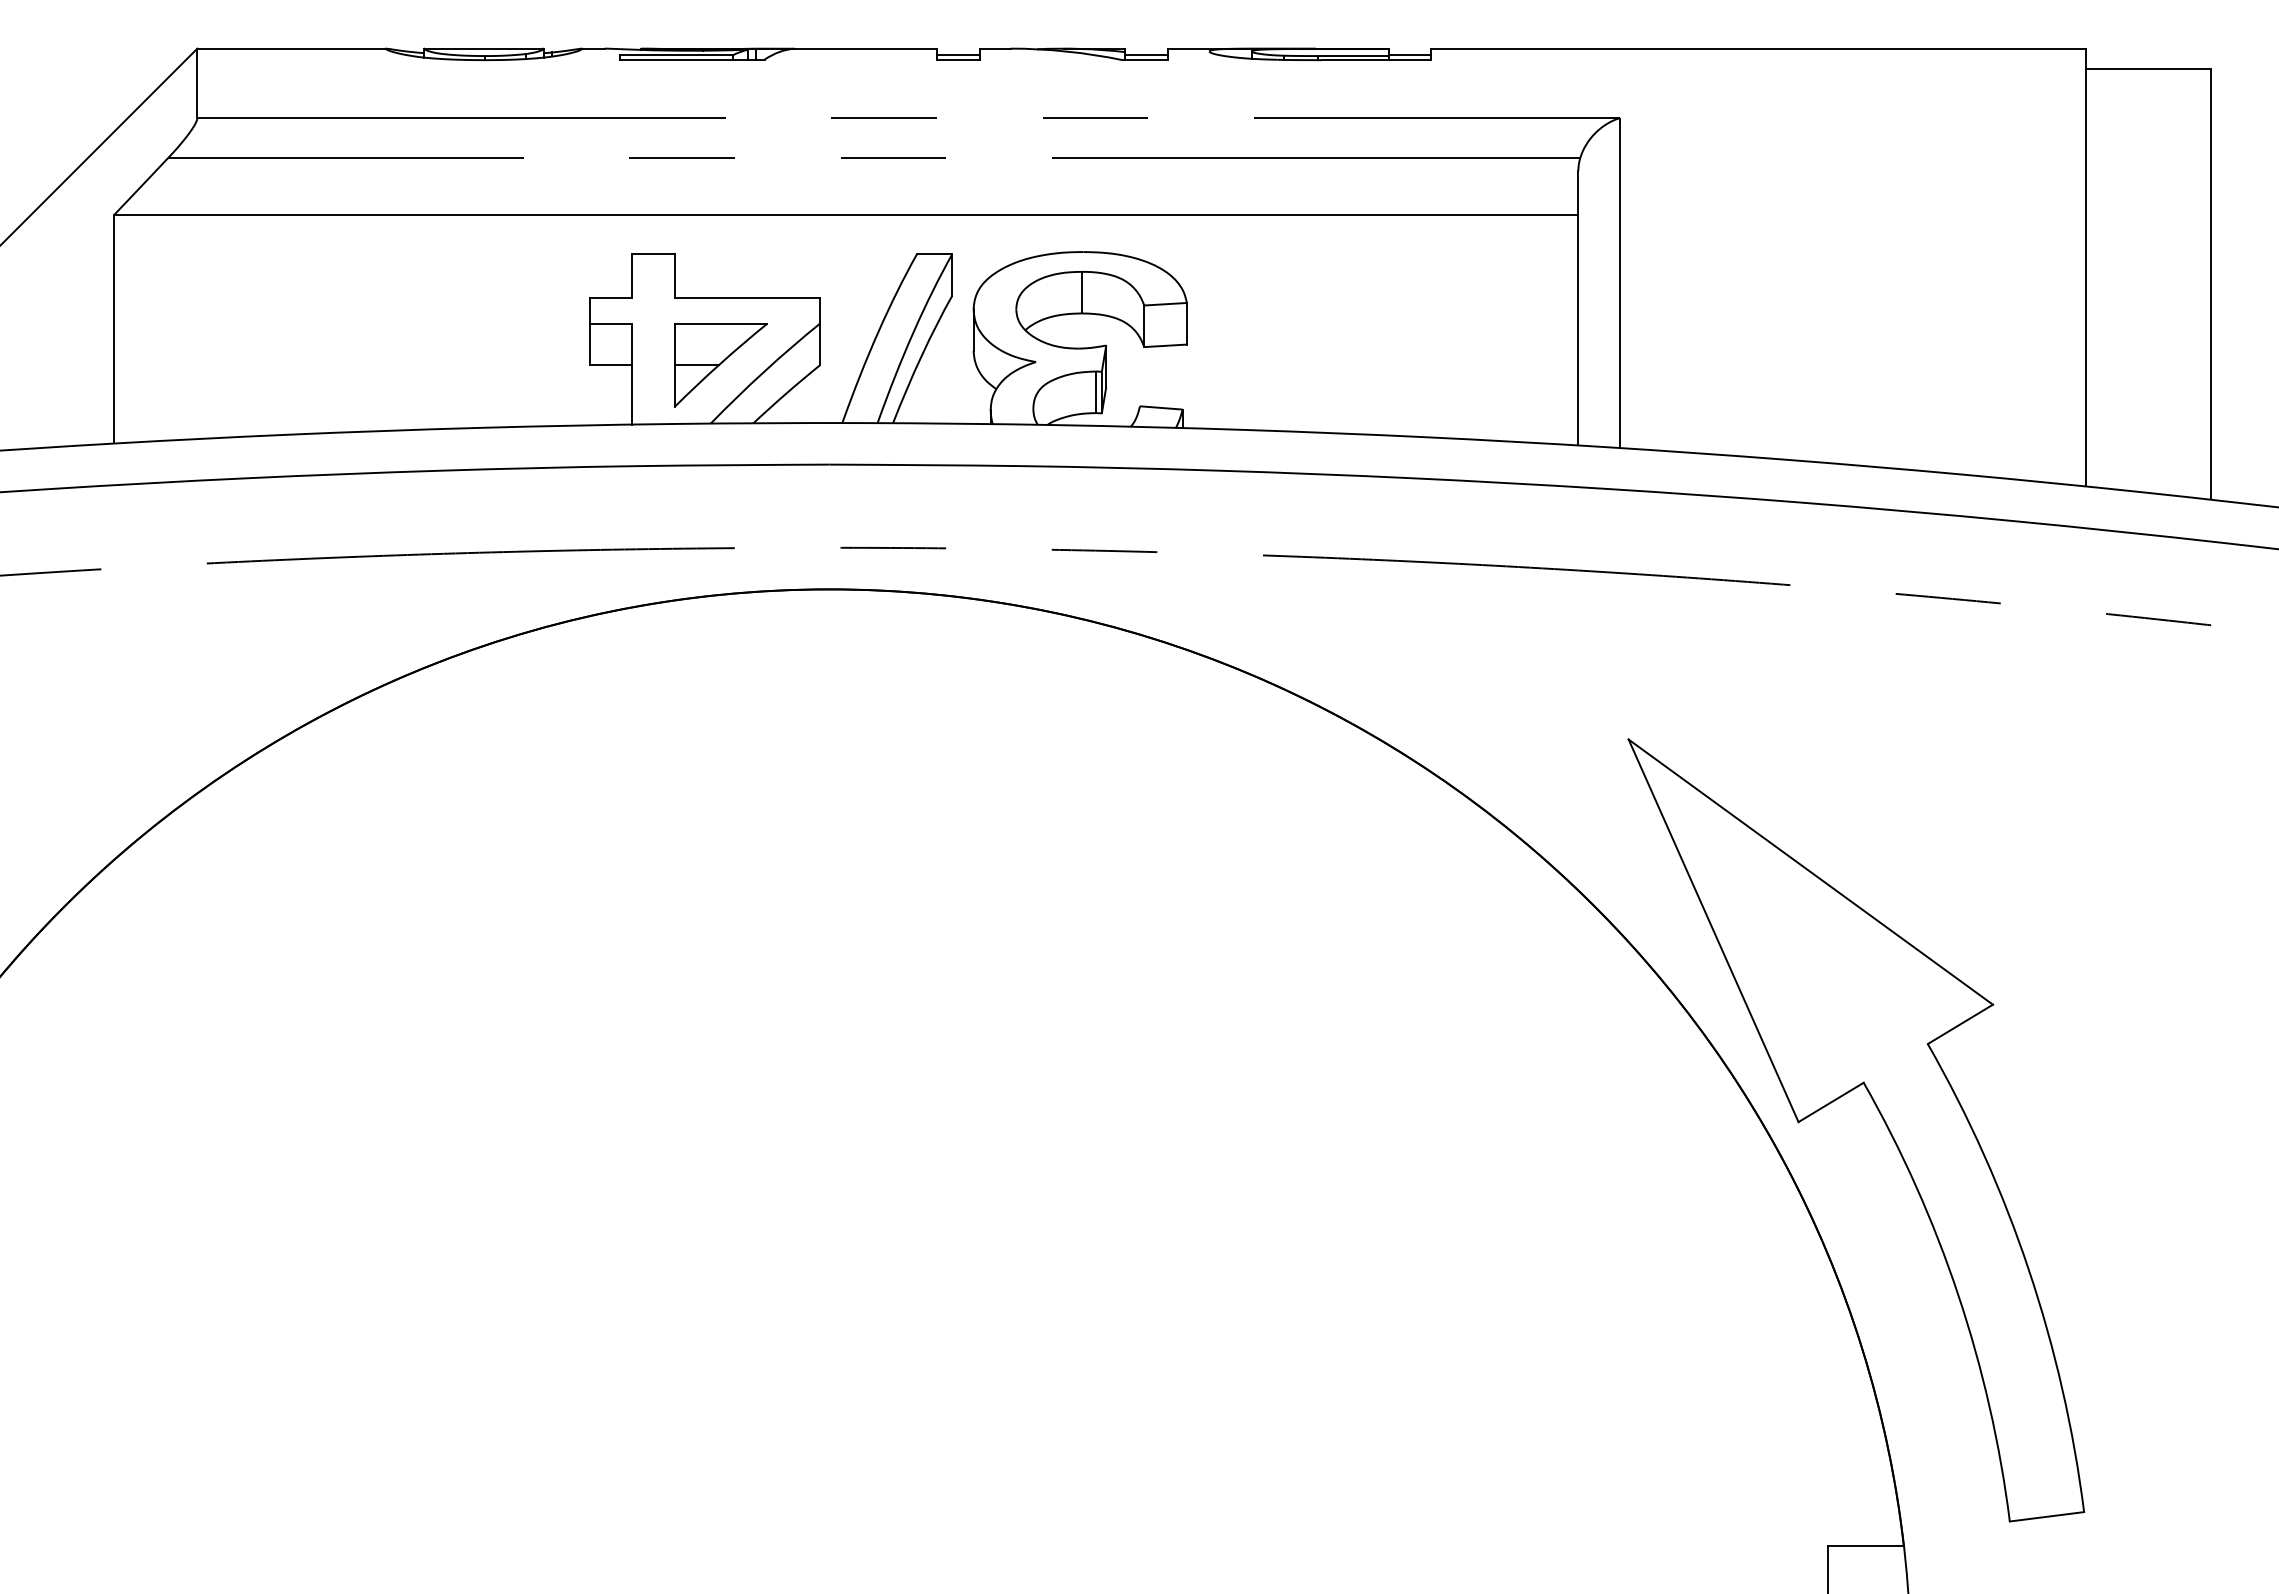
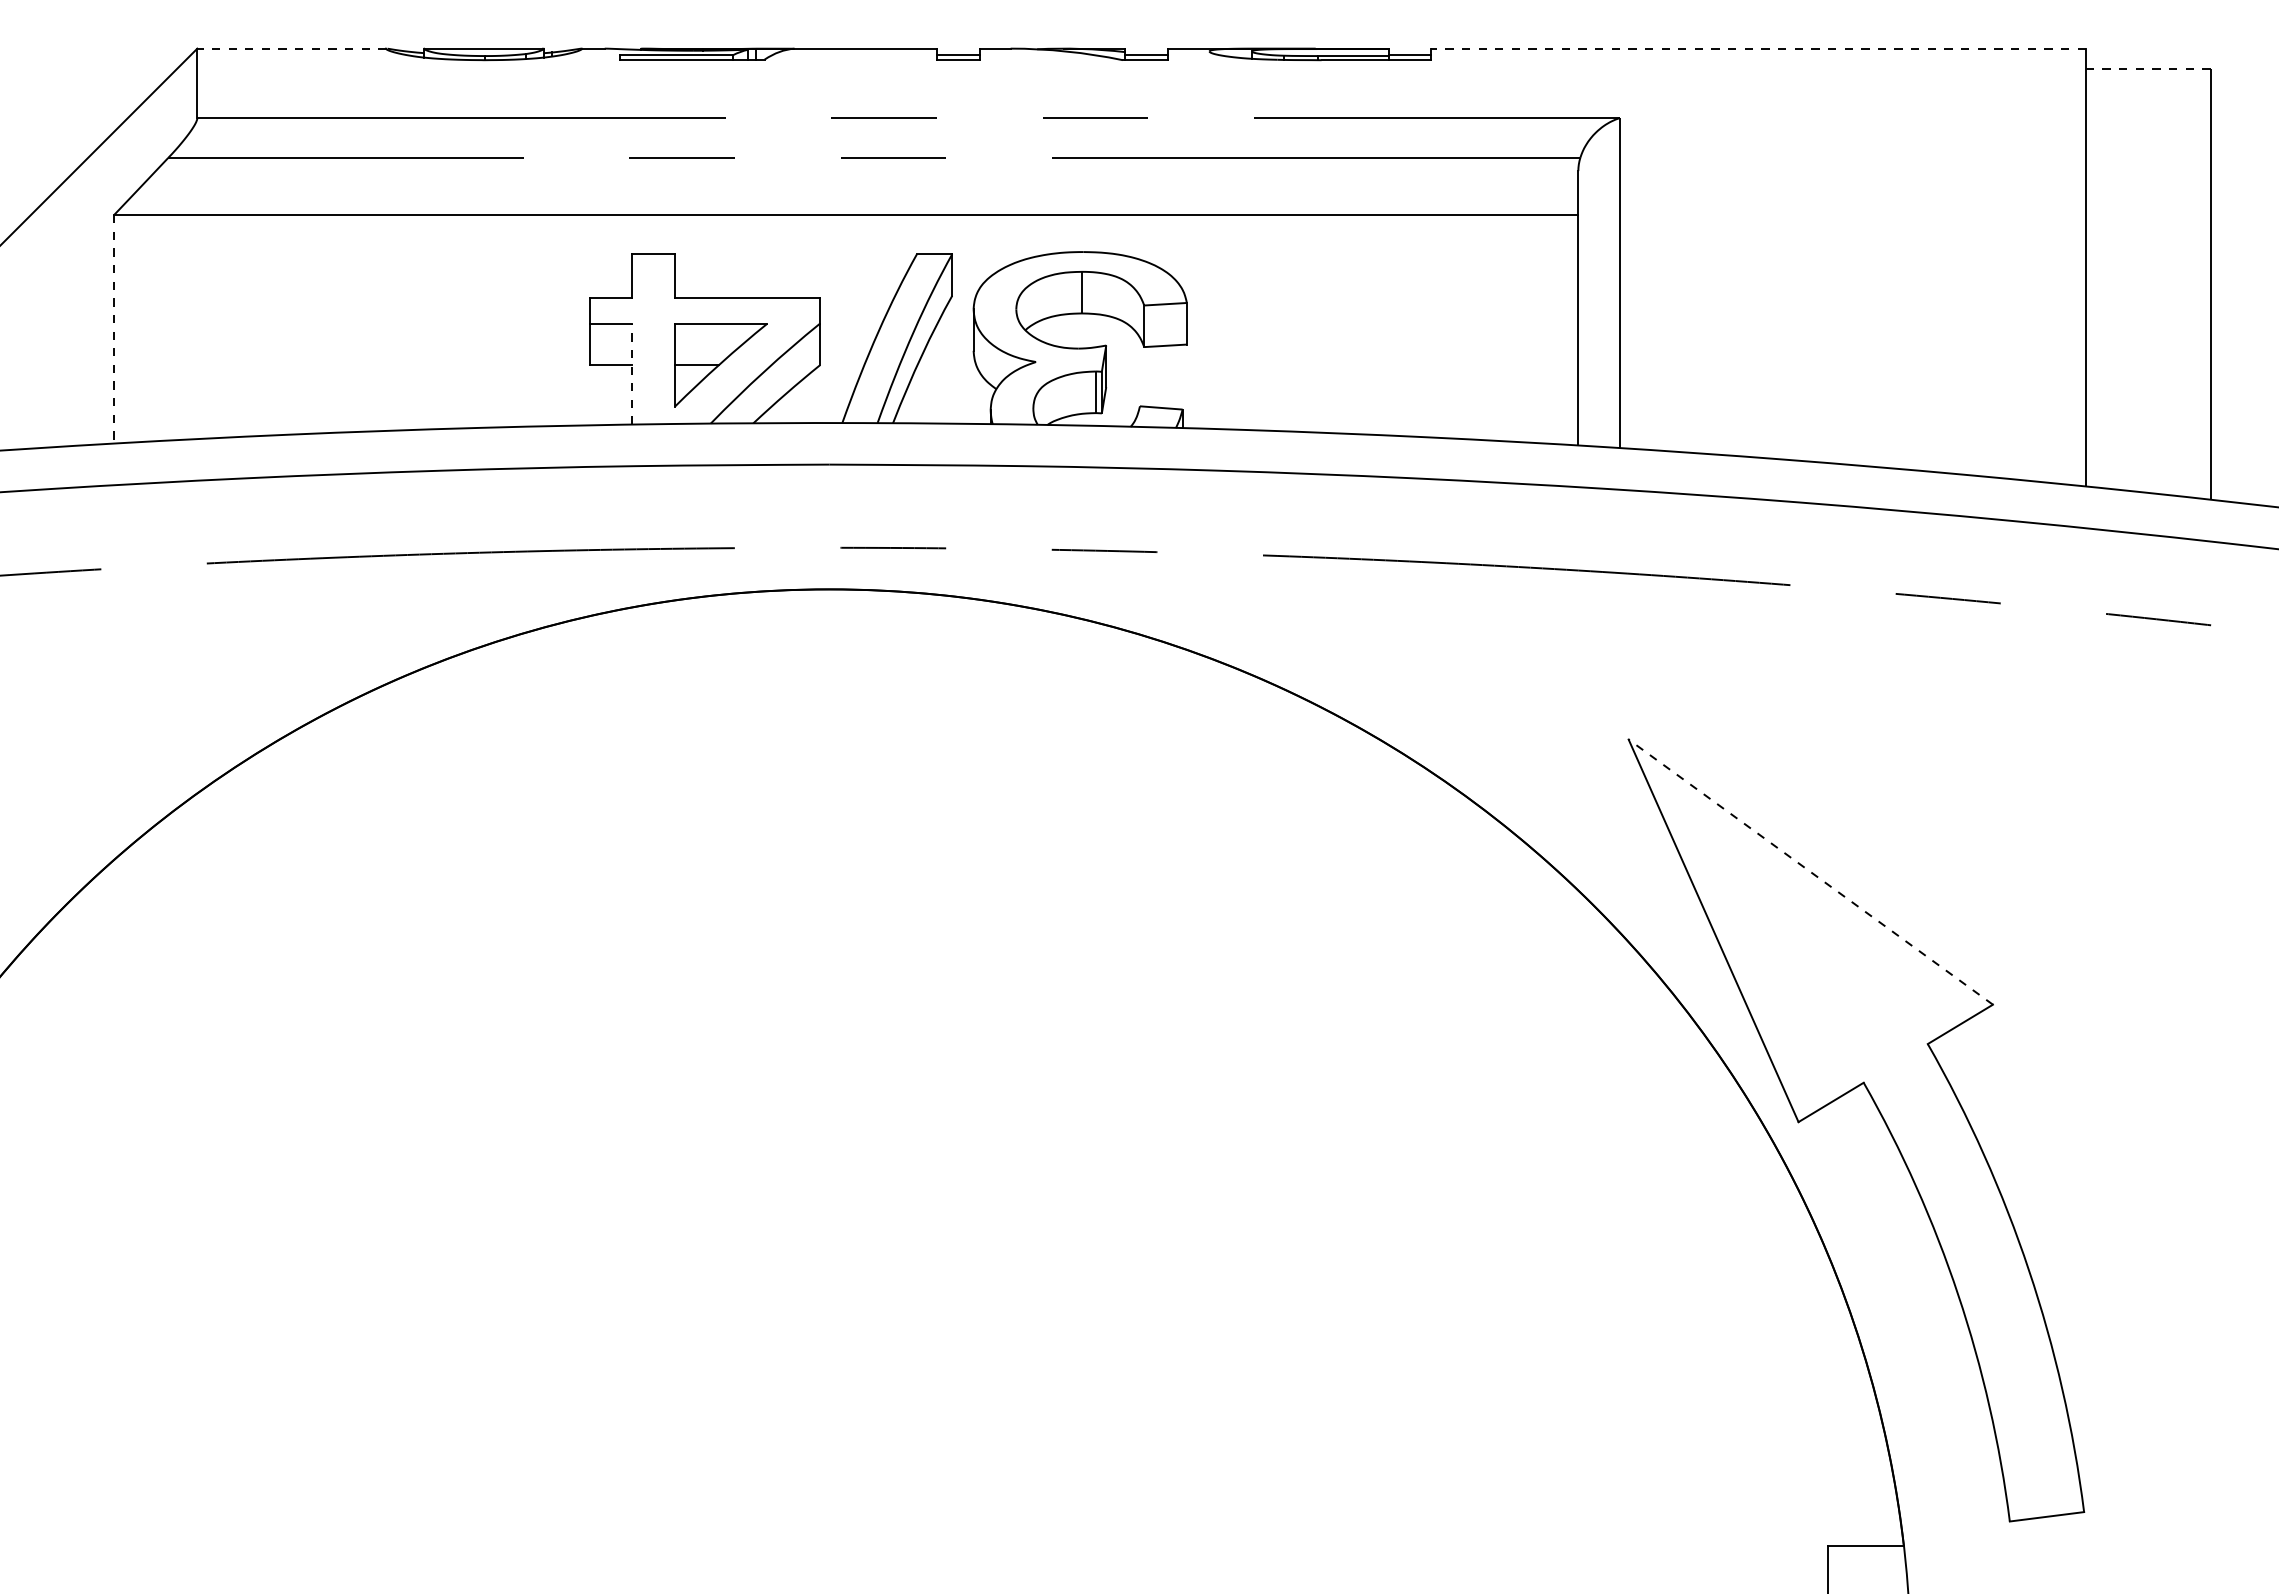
line at (291, 48): solid -> dashed
line at (1758, 48): solid -> dashed
line at (2147, 69): solid -> dashed
line at (114, 329): solid -> dashed
line at (632, 374): solid -> dashed
line at (1810, 871): solid -> dashed
